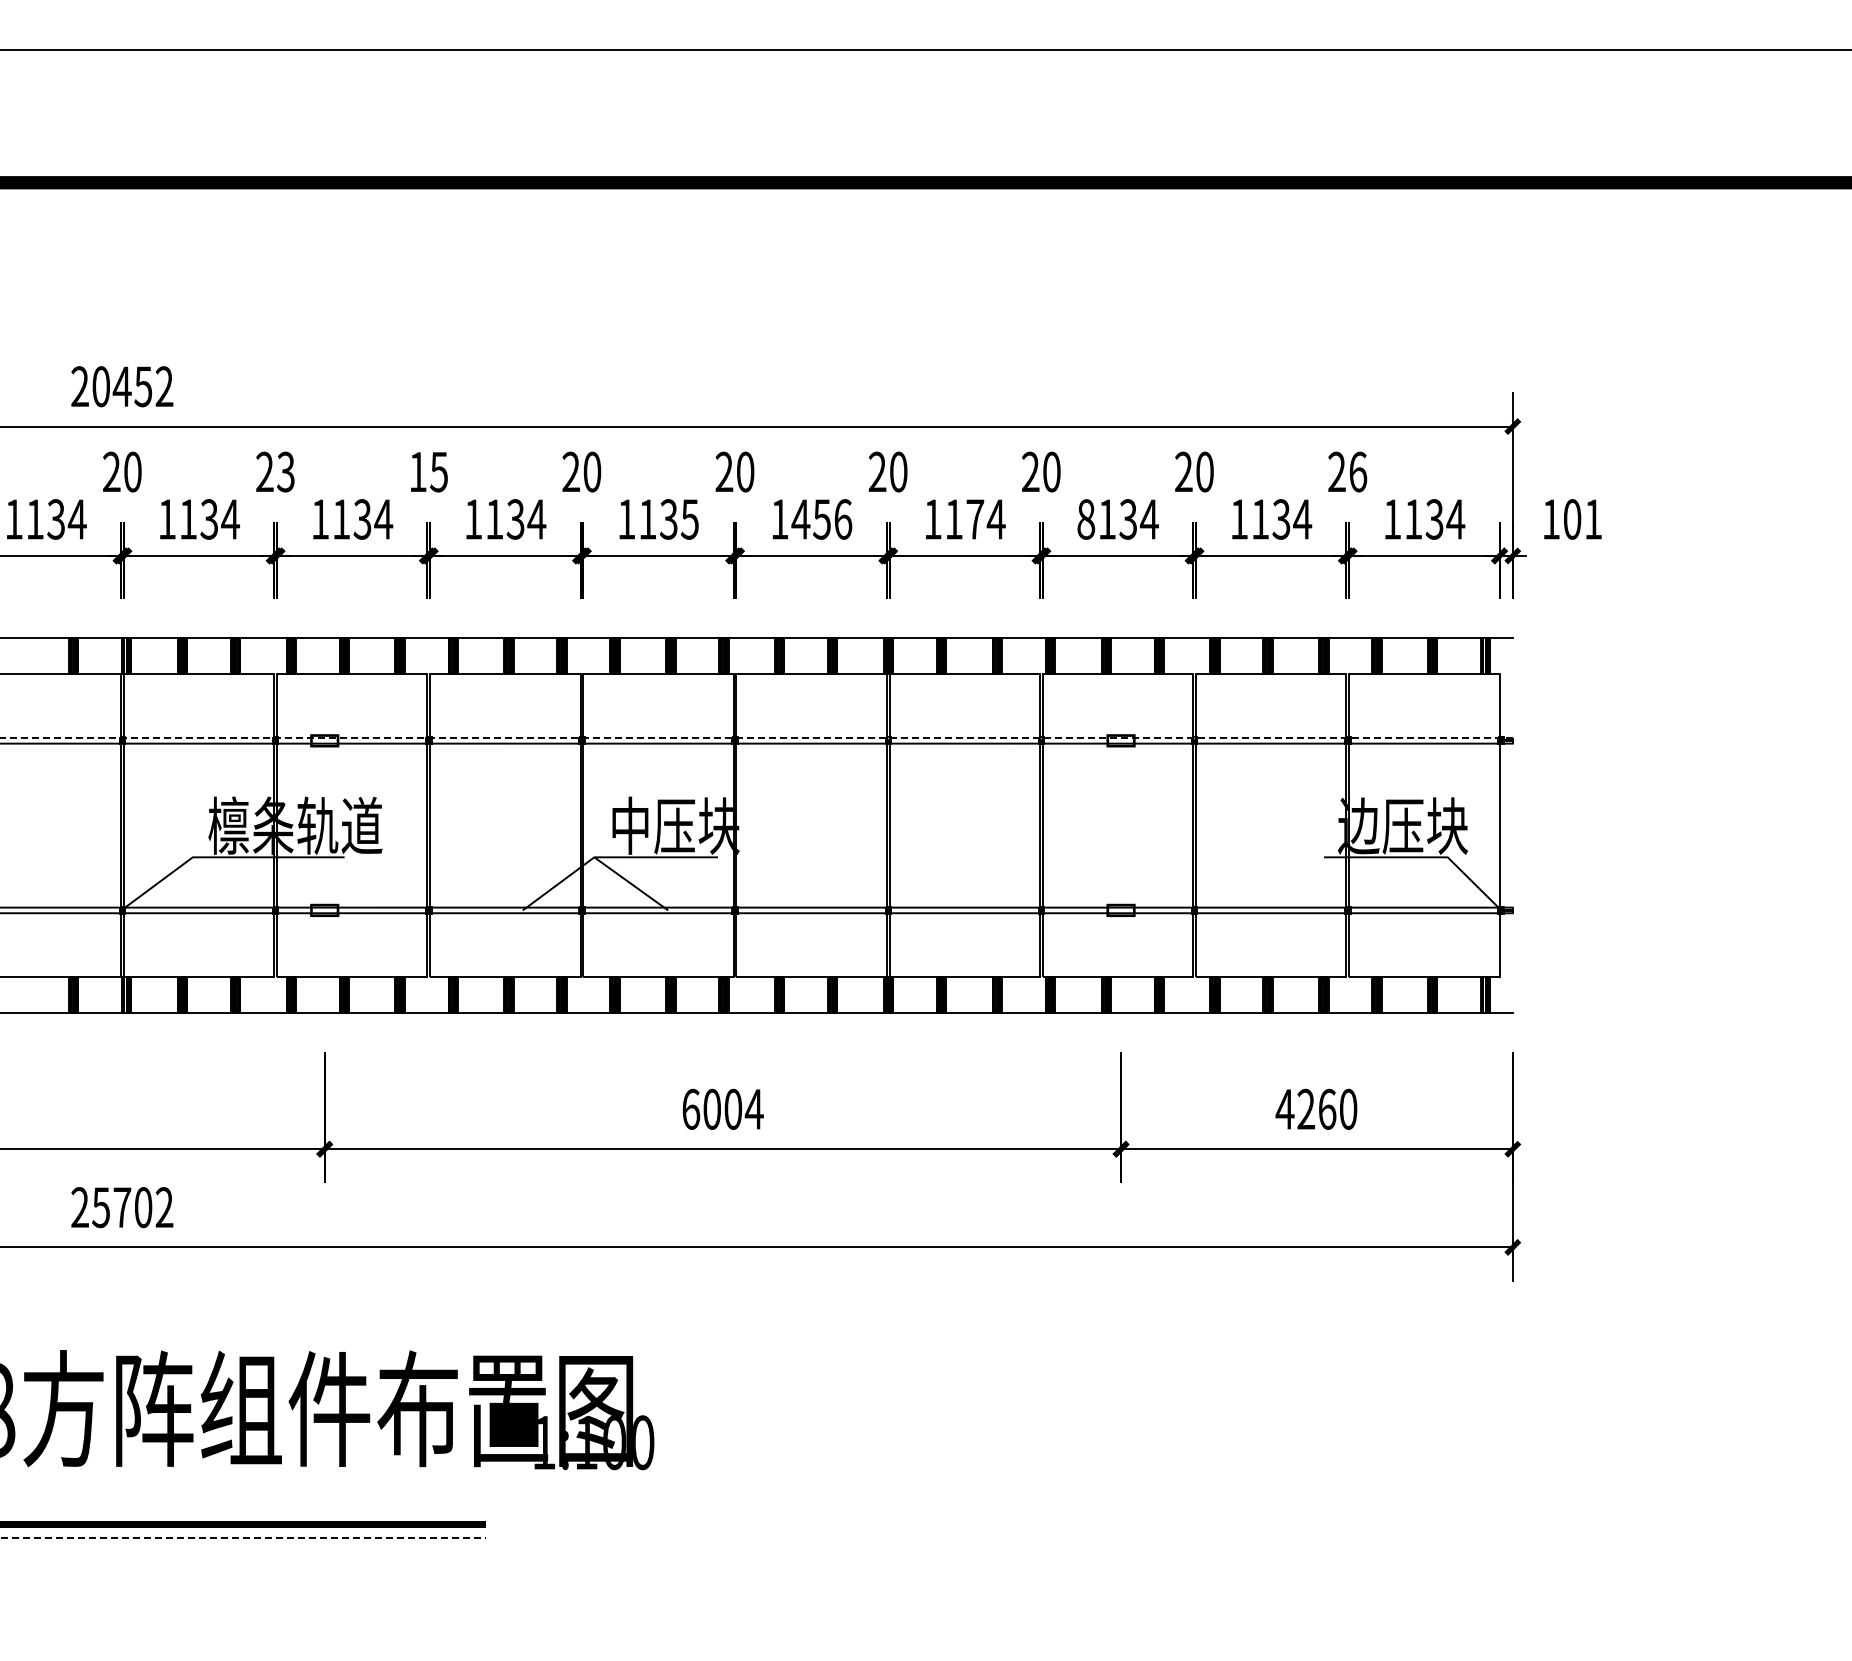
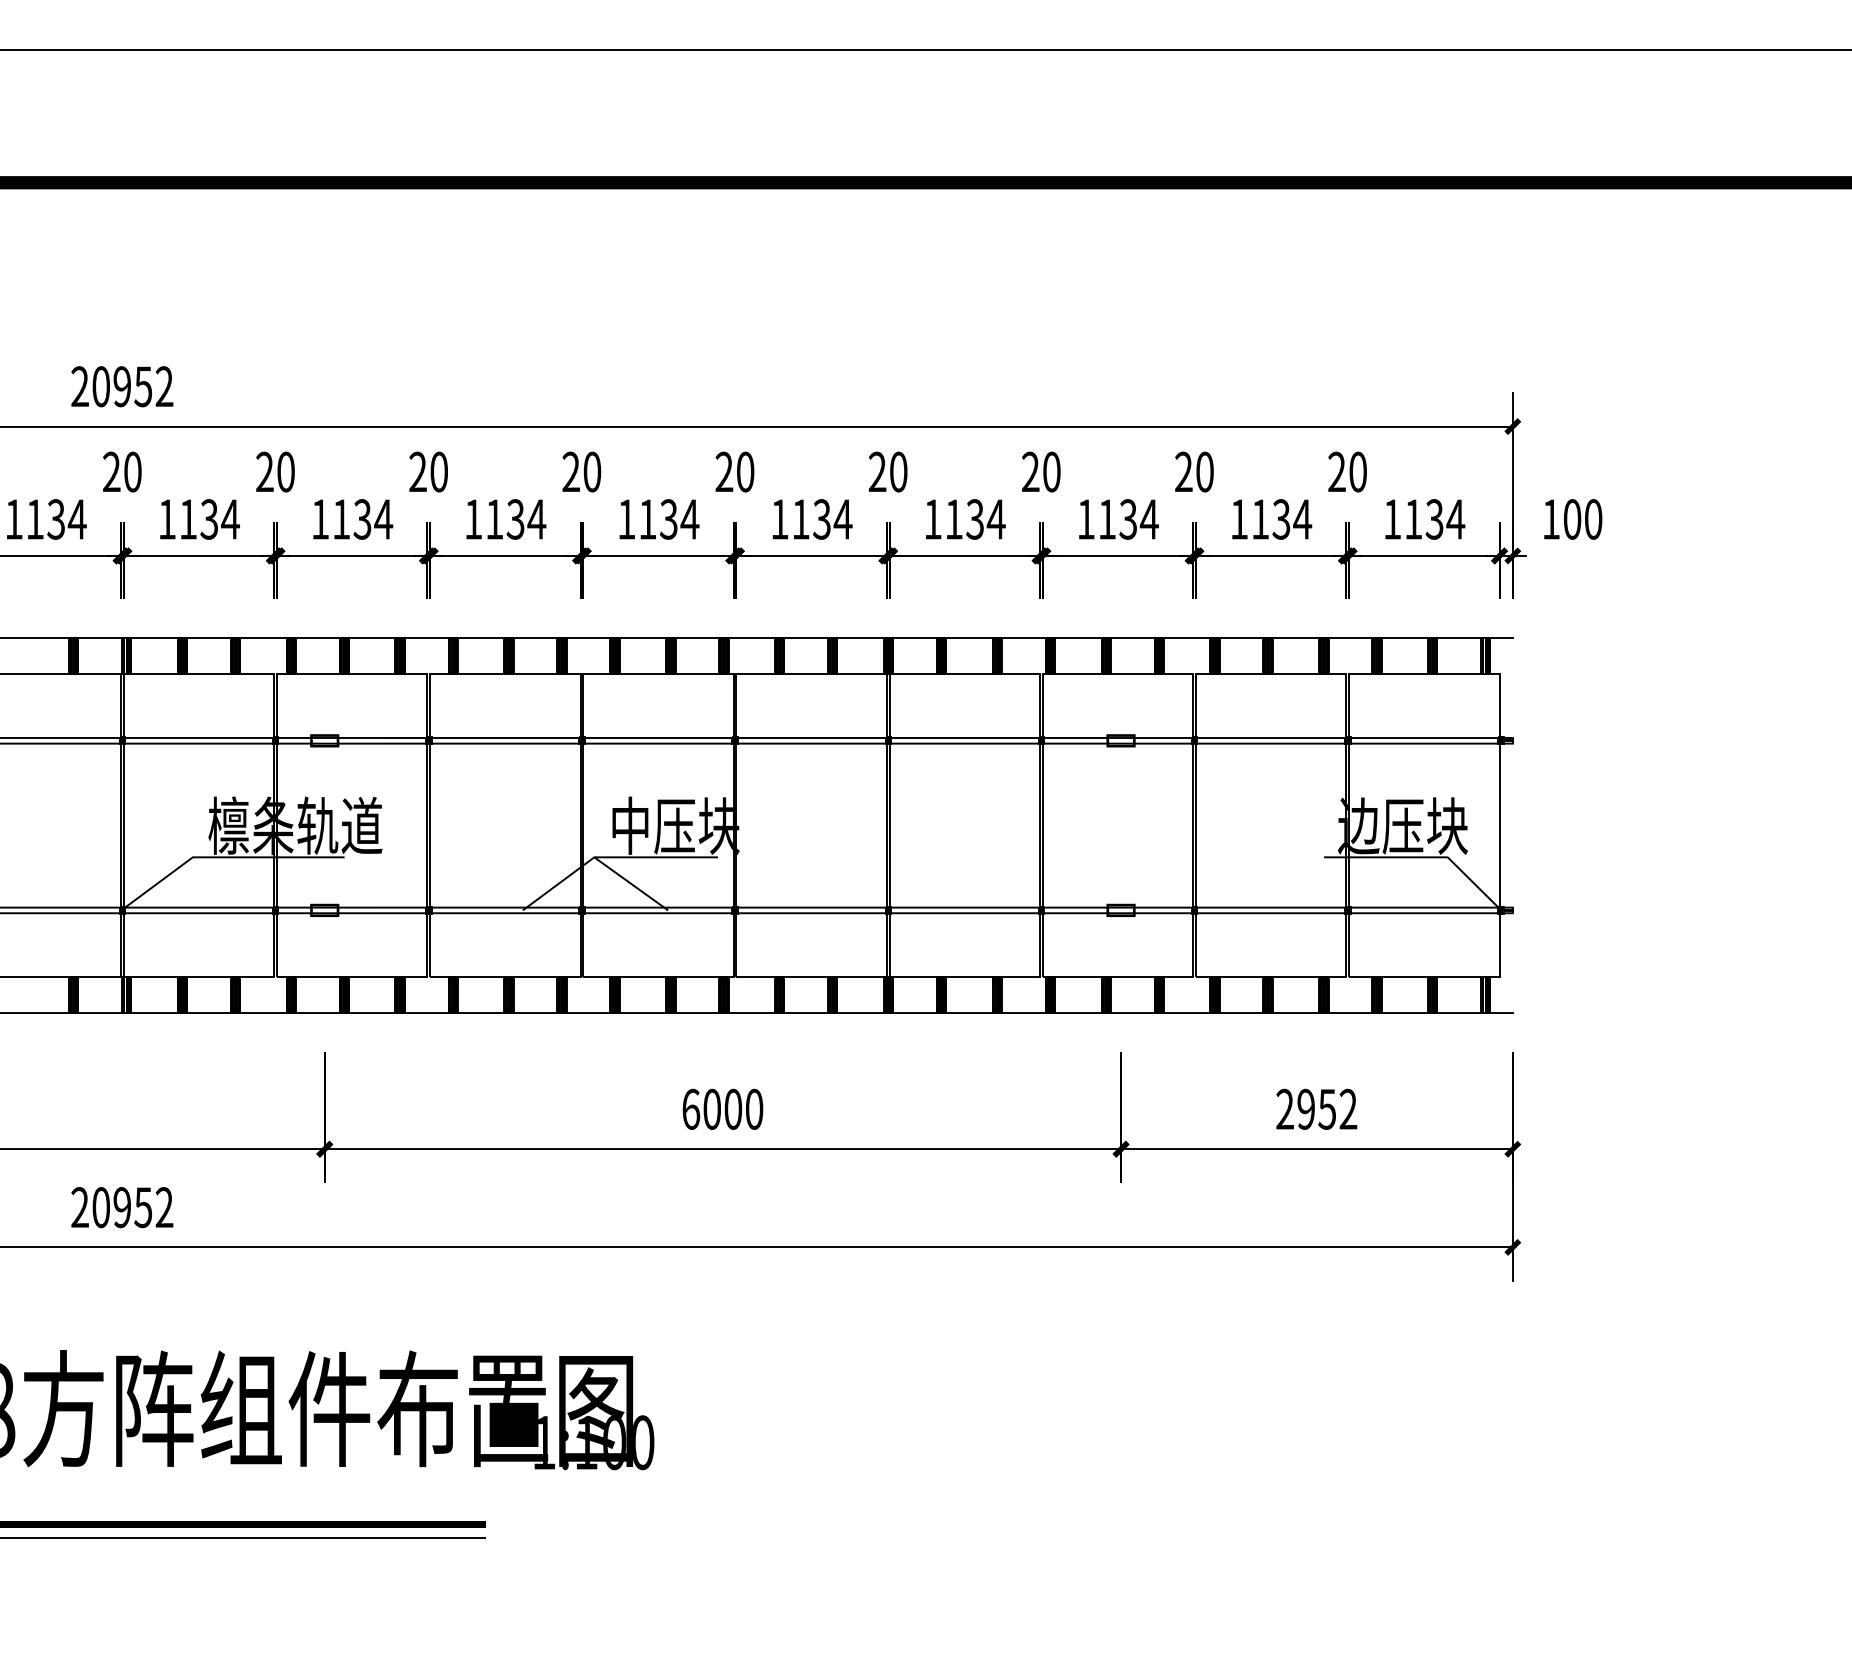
text at (121, 386): 20452 -> 20952
text at (285, 471): 23 -> 20
text at (428, 471): 15 -> 20
text at (1358, 471): 26 -> 20
text at (689, 519): 1135 -> 1134
text at (821, 519): 1456 -> 1134
text at (975, 519): 1174 -> 1134
text at (1086, 519): 8134 -> 1134
text at (1593, 519): 101 -> 100
line at (756, 738): dashed -> solid
text at (753, 1108): 6004 -> 6000
text at (1316, 1108): 4260 -> 2952
text at (122, 1207): 25702 -> 20952
line at (243, 1537): dashed -> solid
